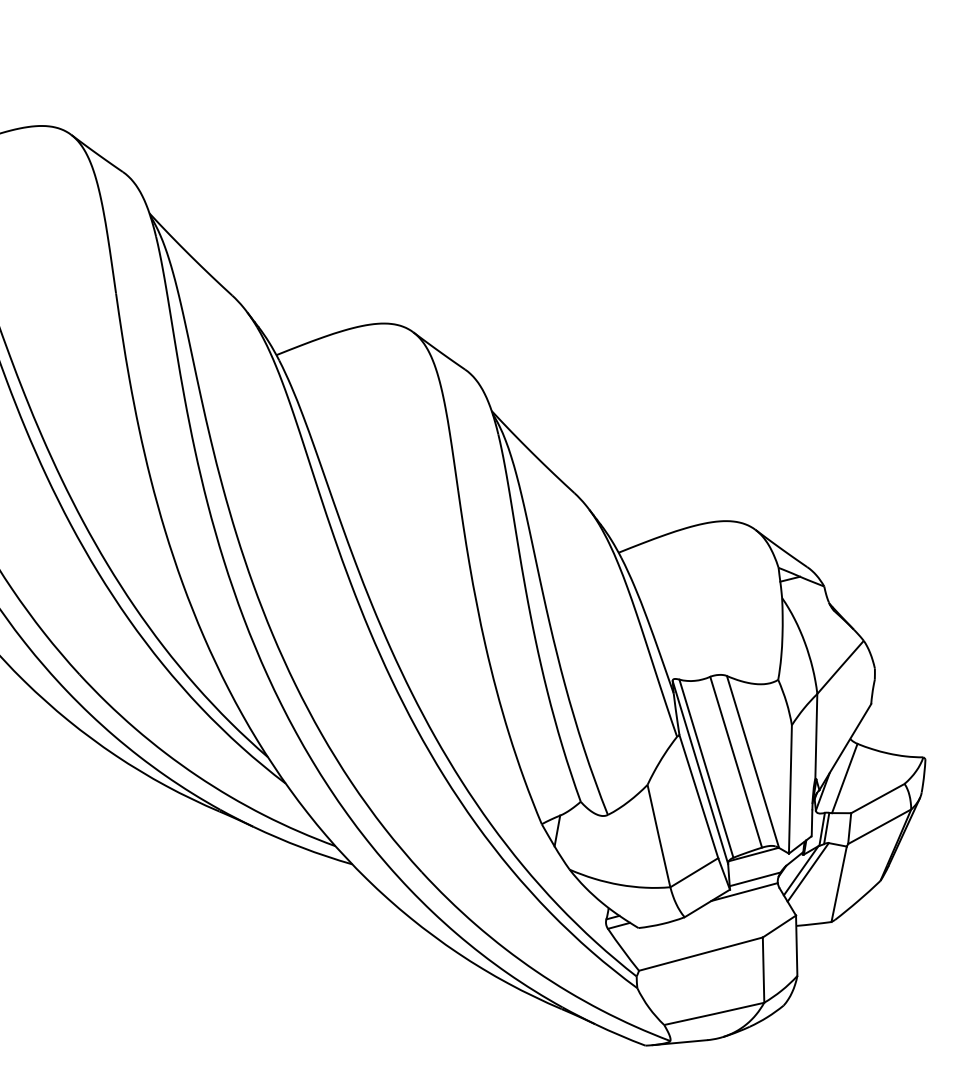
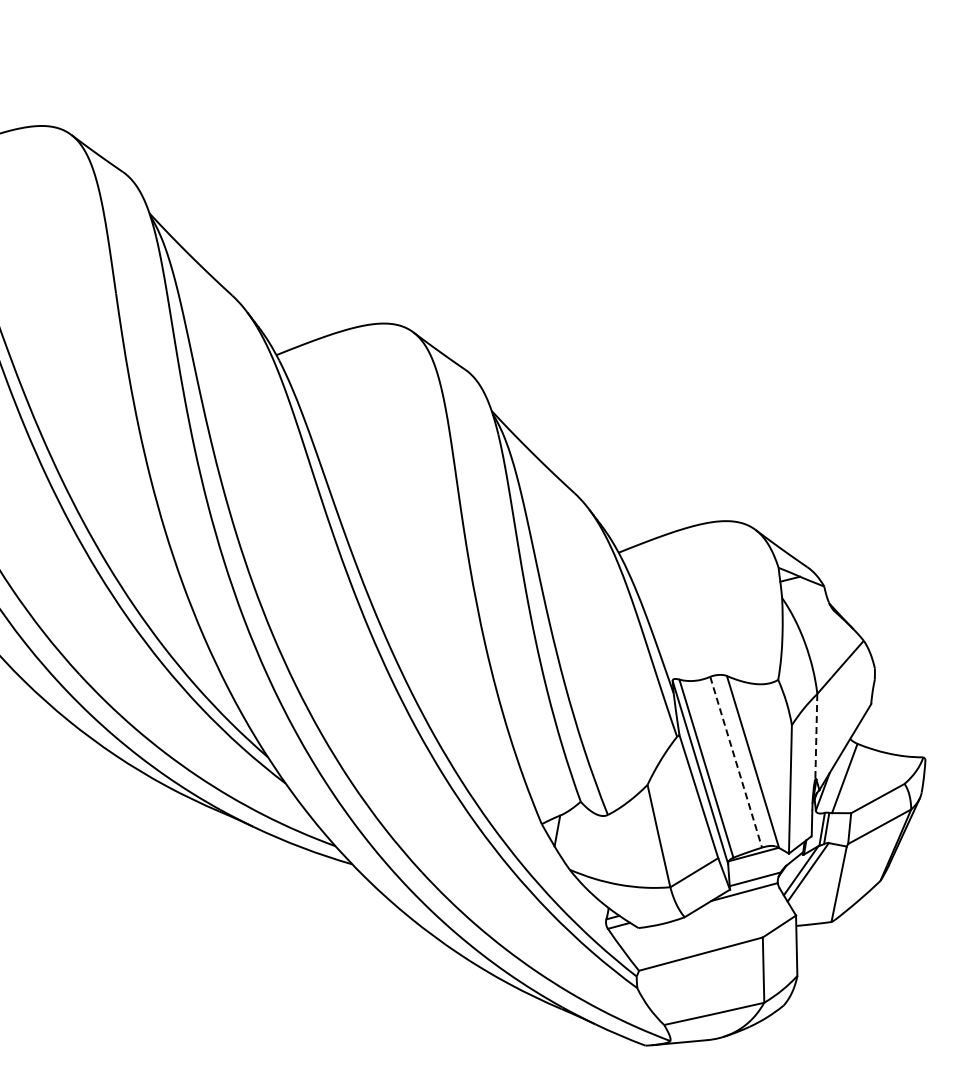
line at (816, 736): solid -> dashed
line at (736, 762): solid -> dashed
